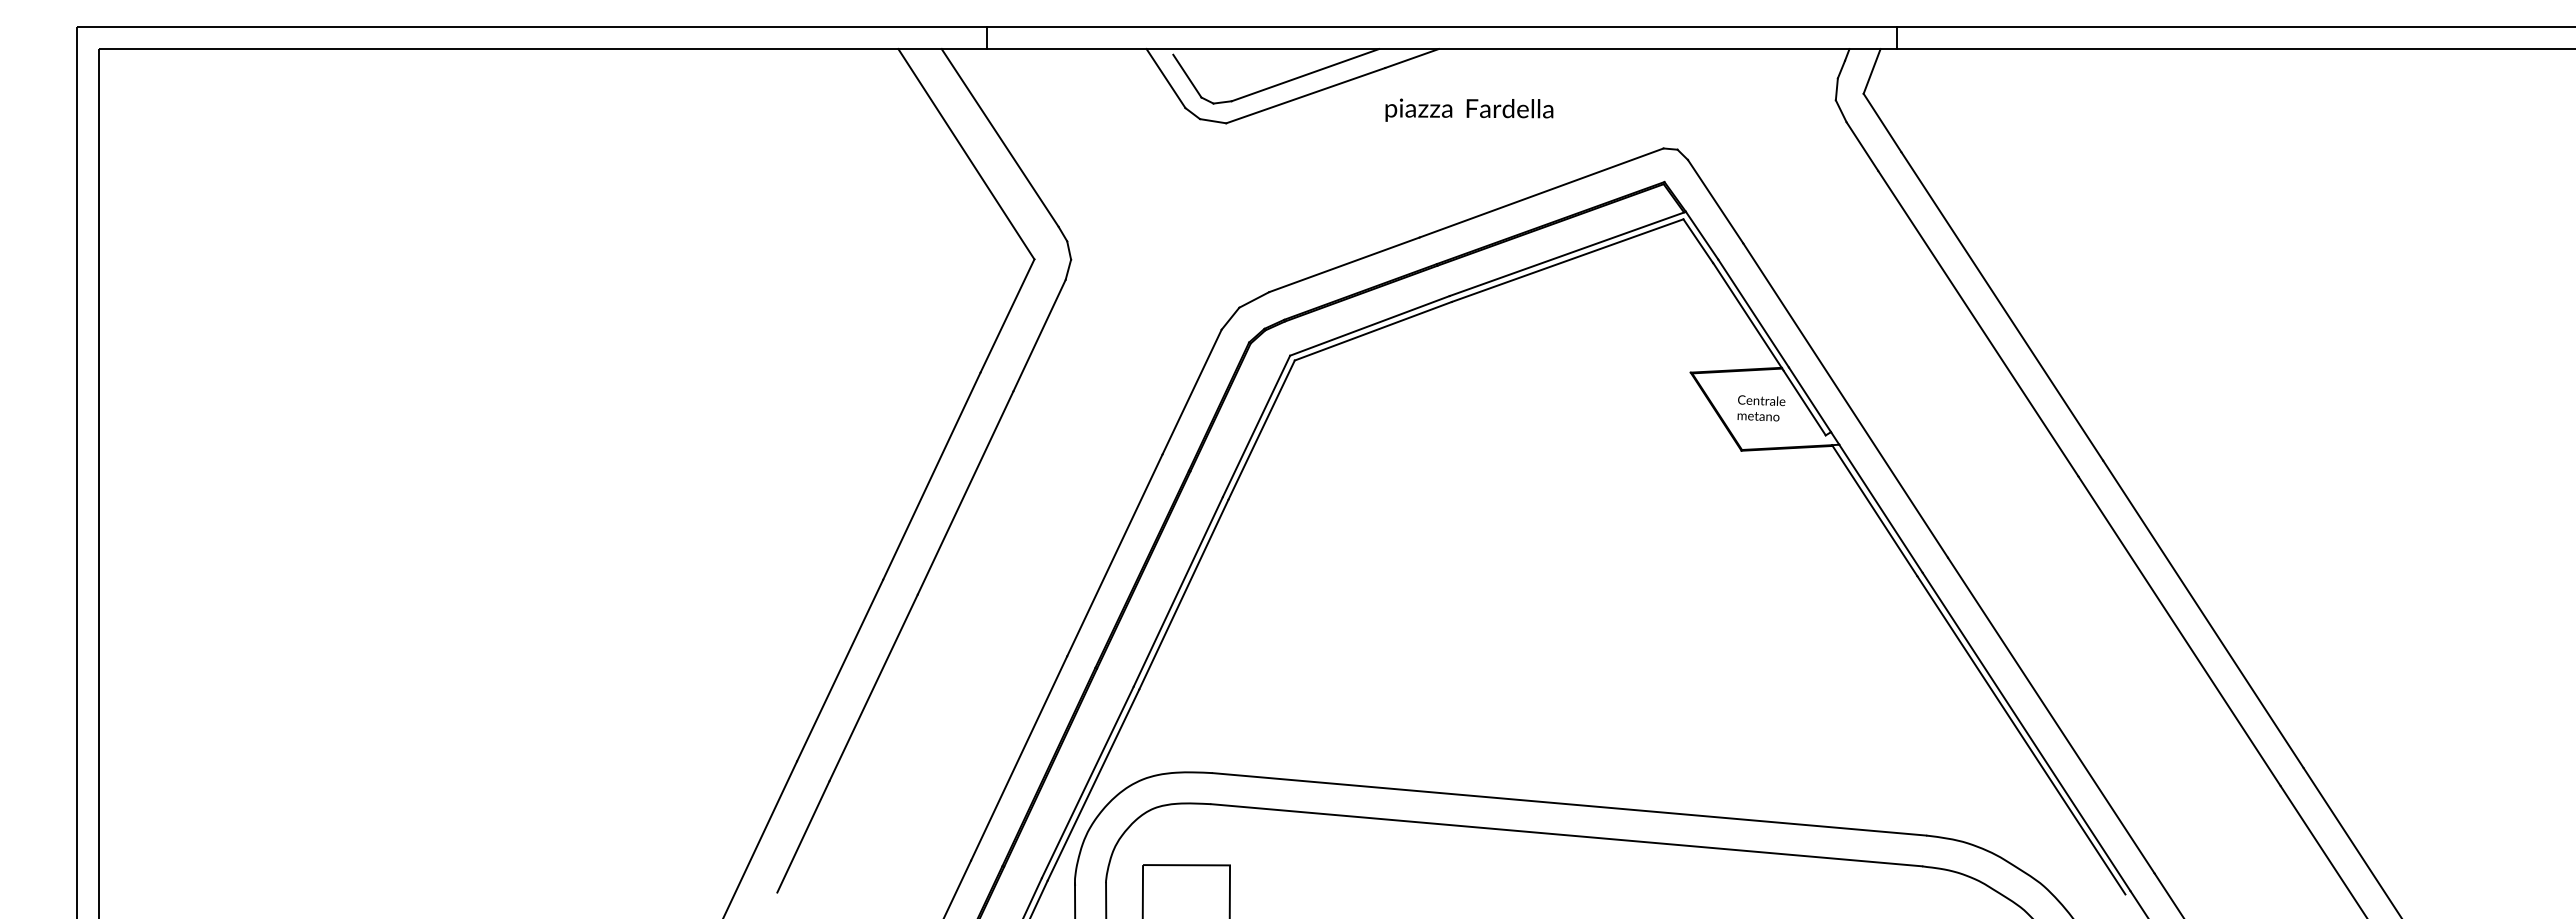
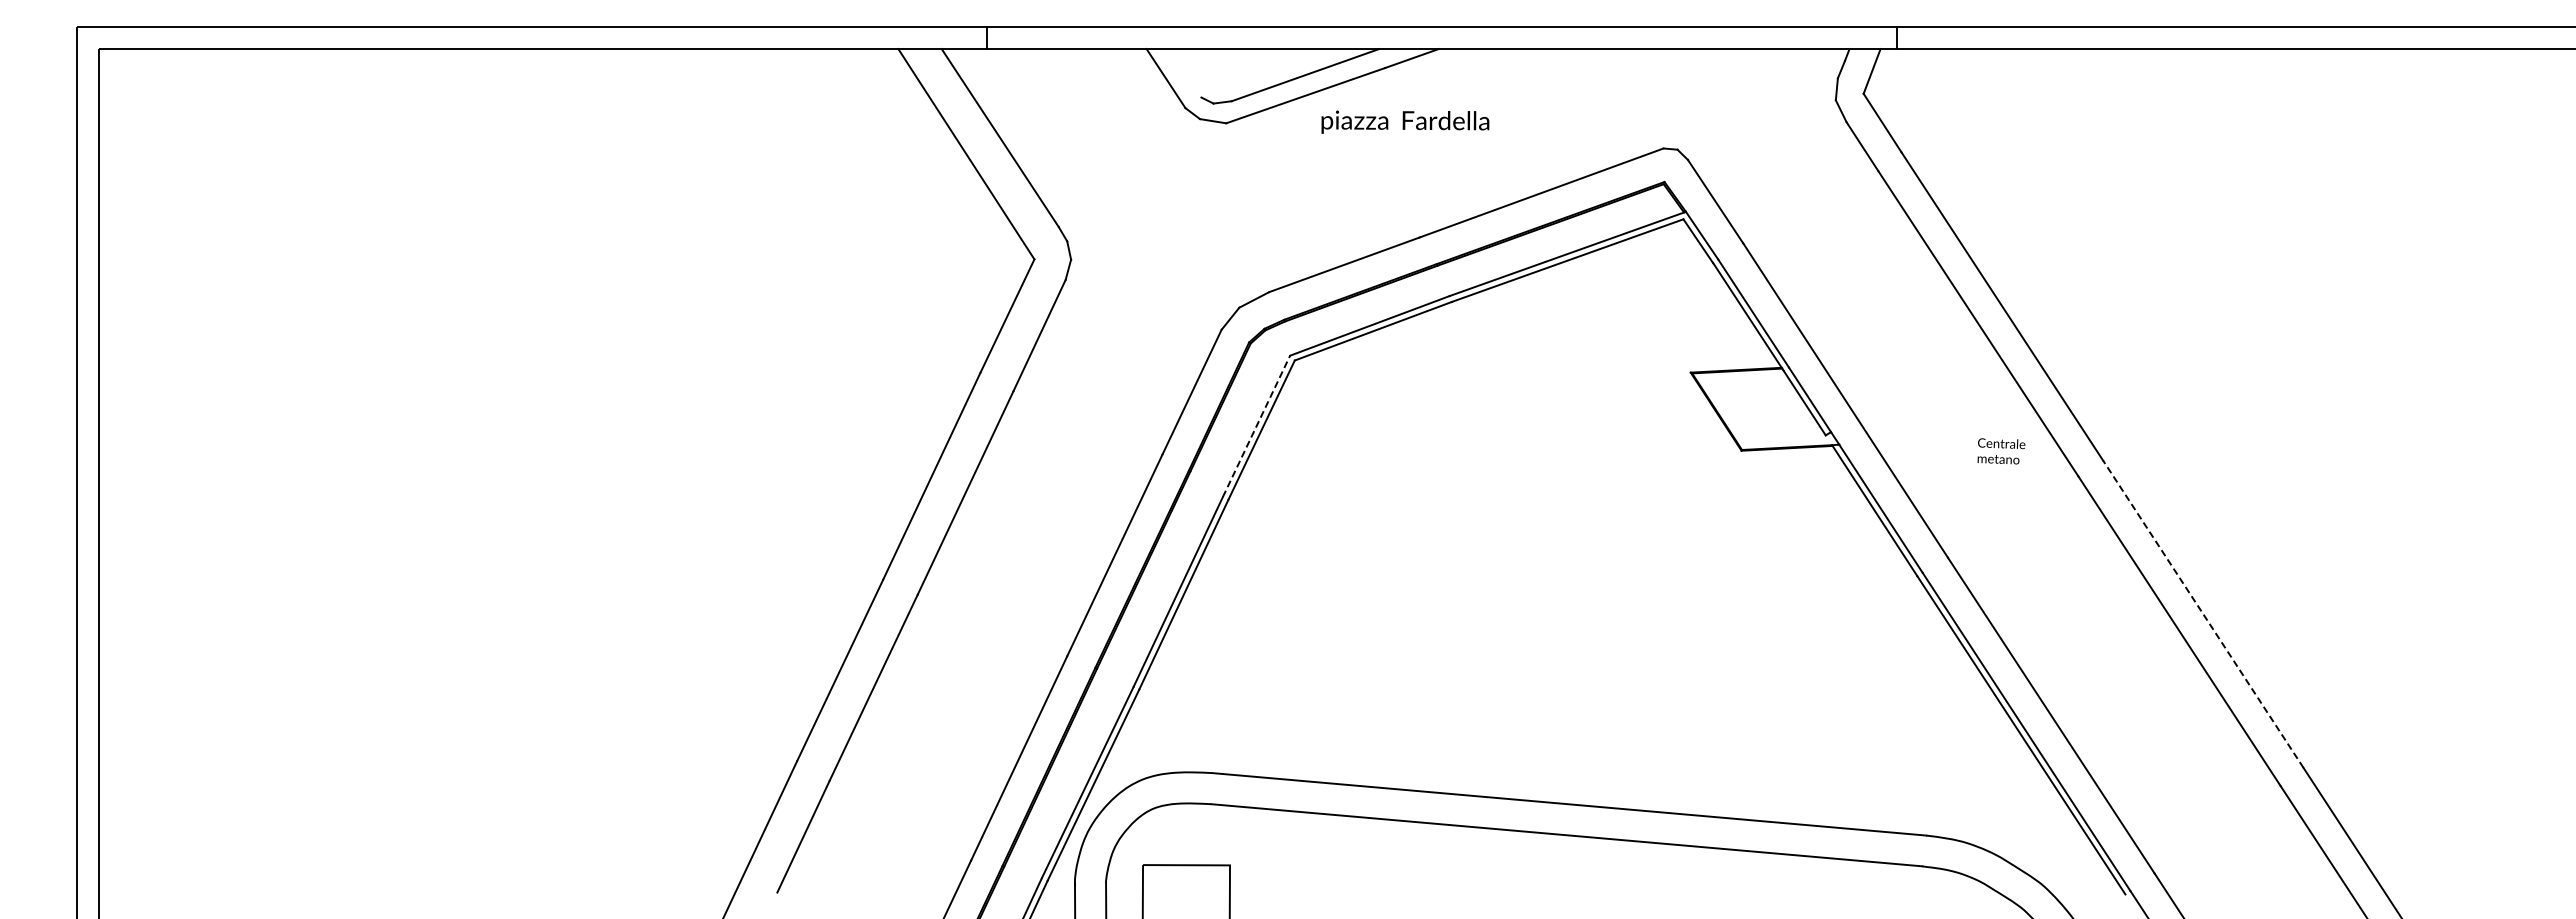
line at (1187, 75): present -> none
text at (1469, 109) position: (1469, 109) -> (1405, 121)
text at (1761, 408) position: (1761, 408) -> (2001, 451)
line at (1256, 425): solid -> dashed
line at (2203, 613): solid -> dashed
